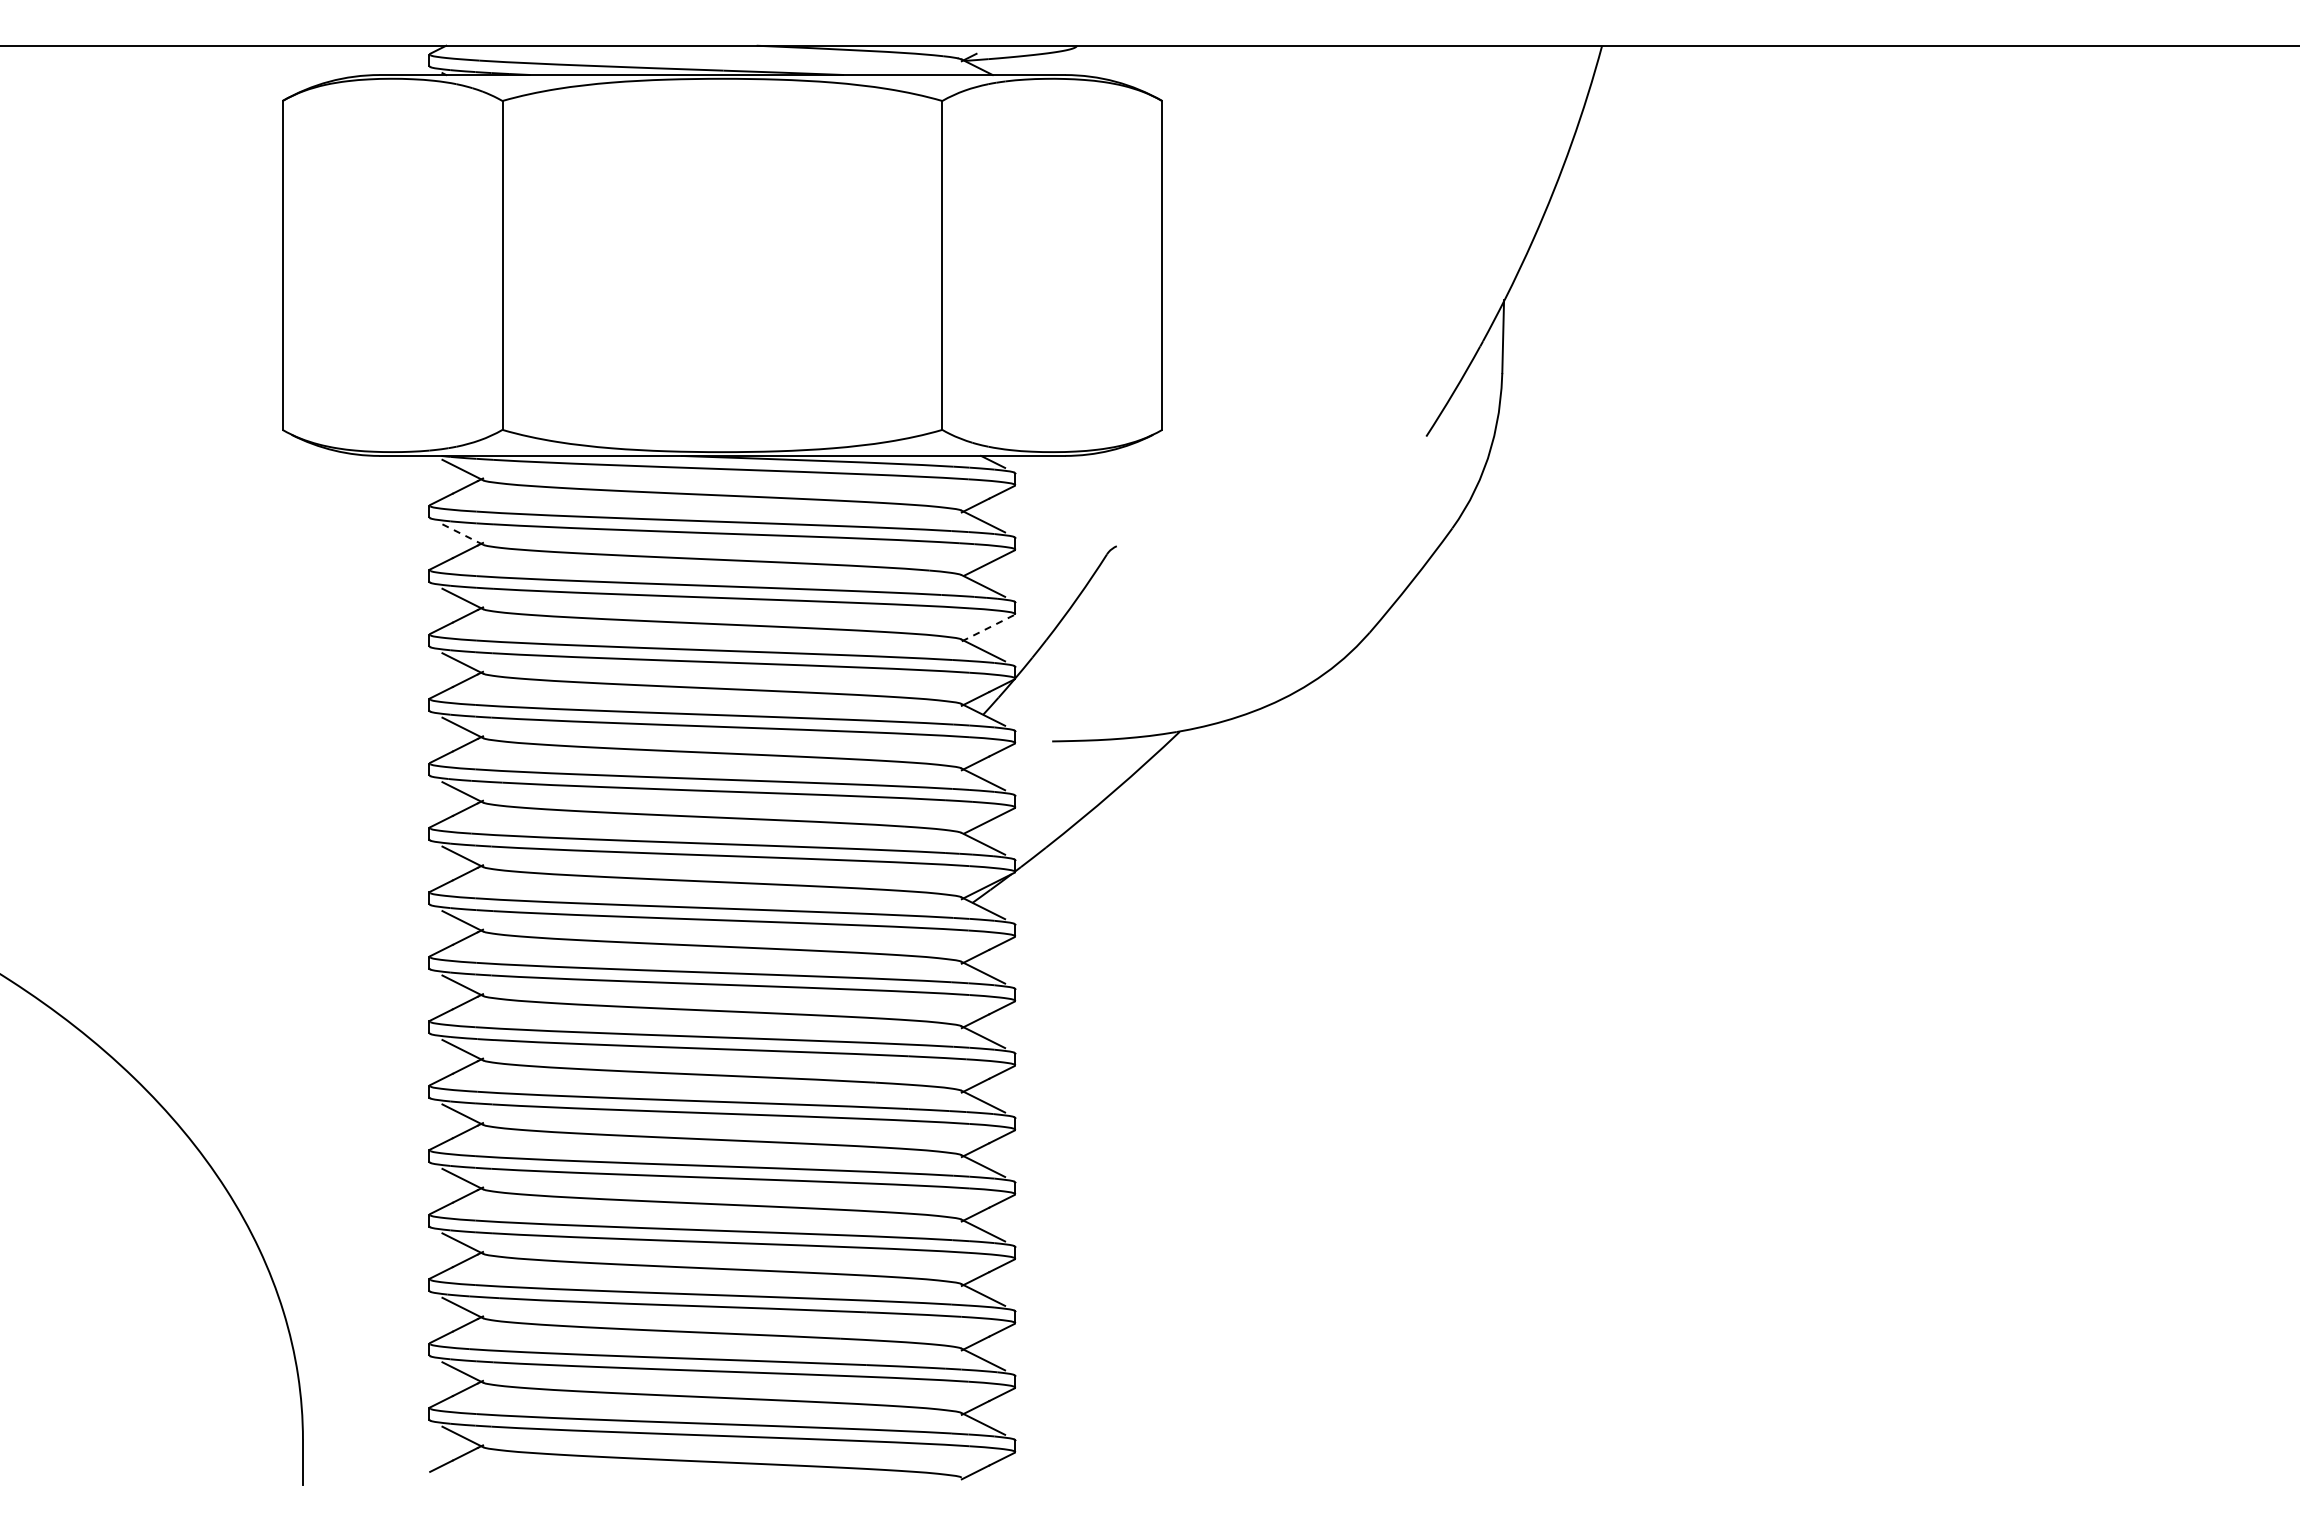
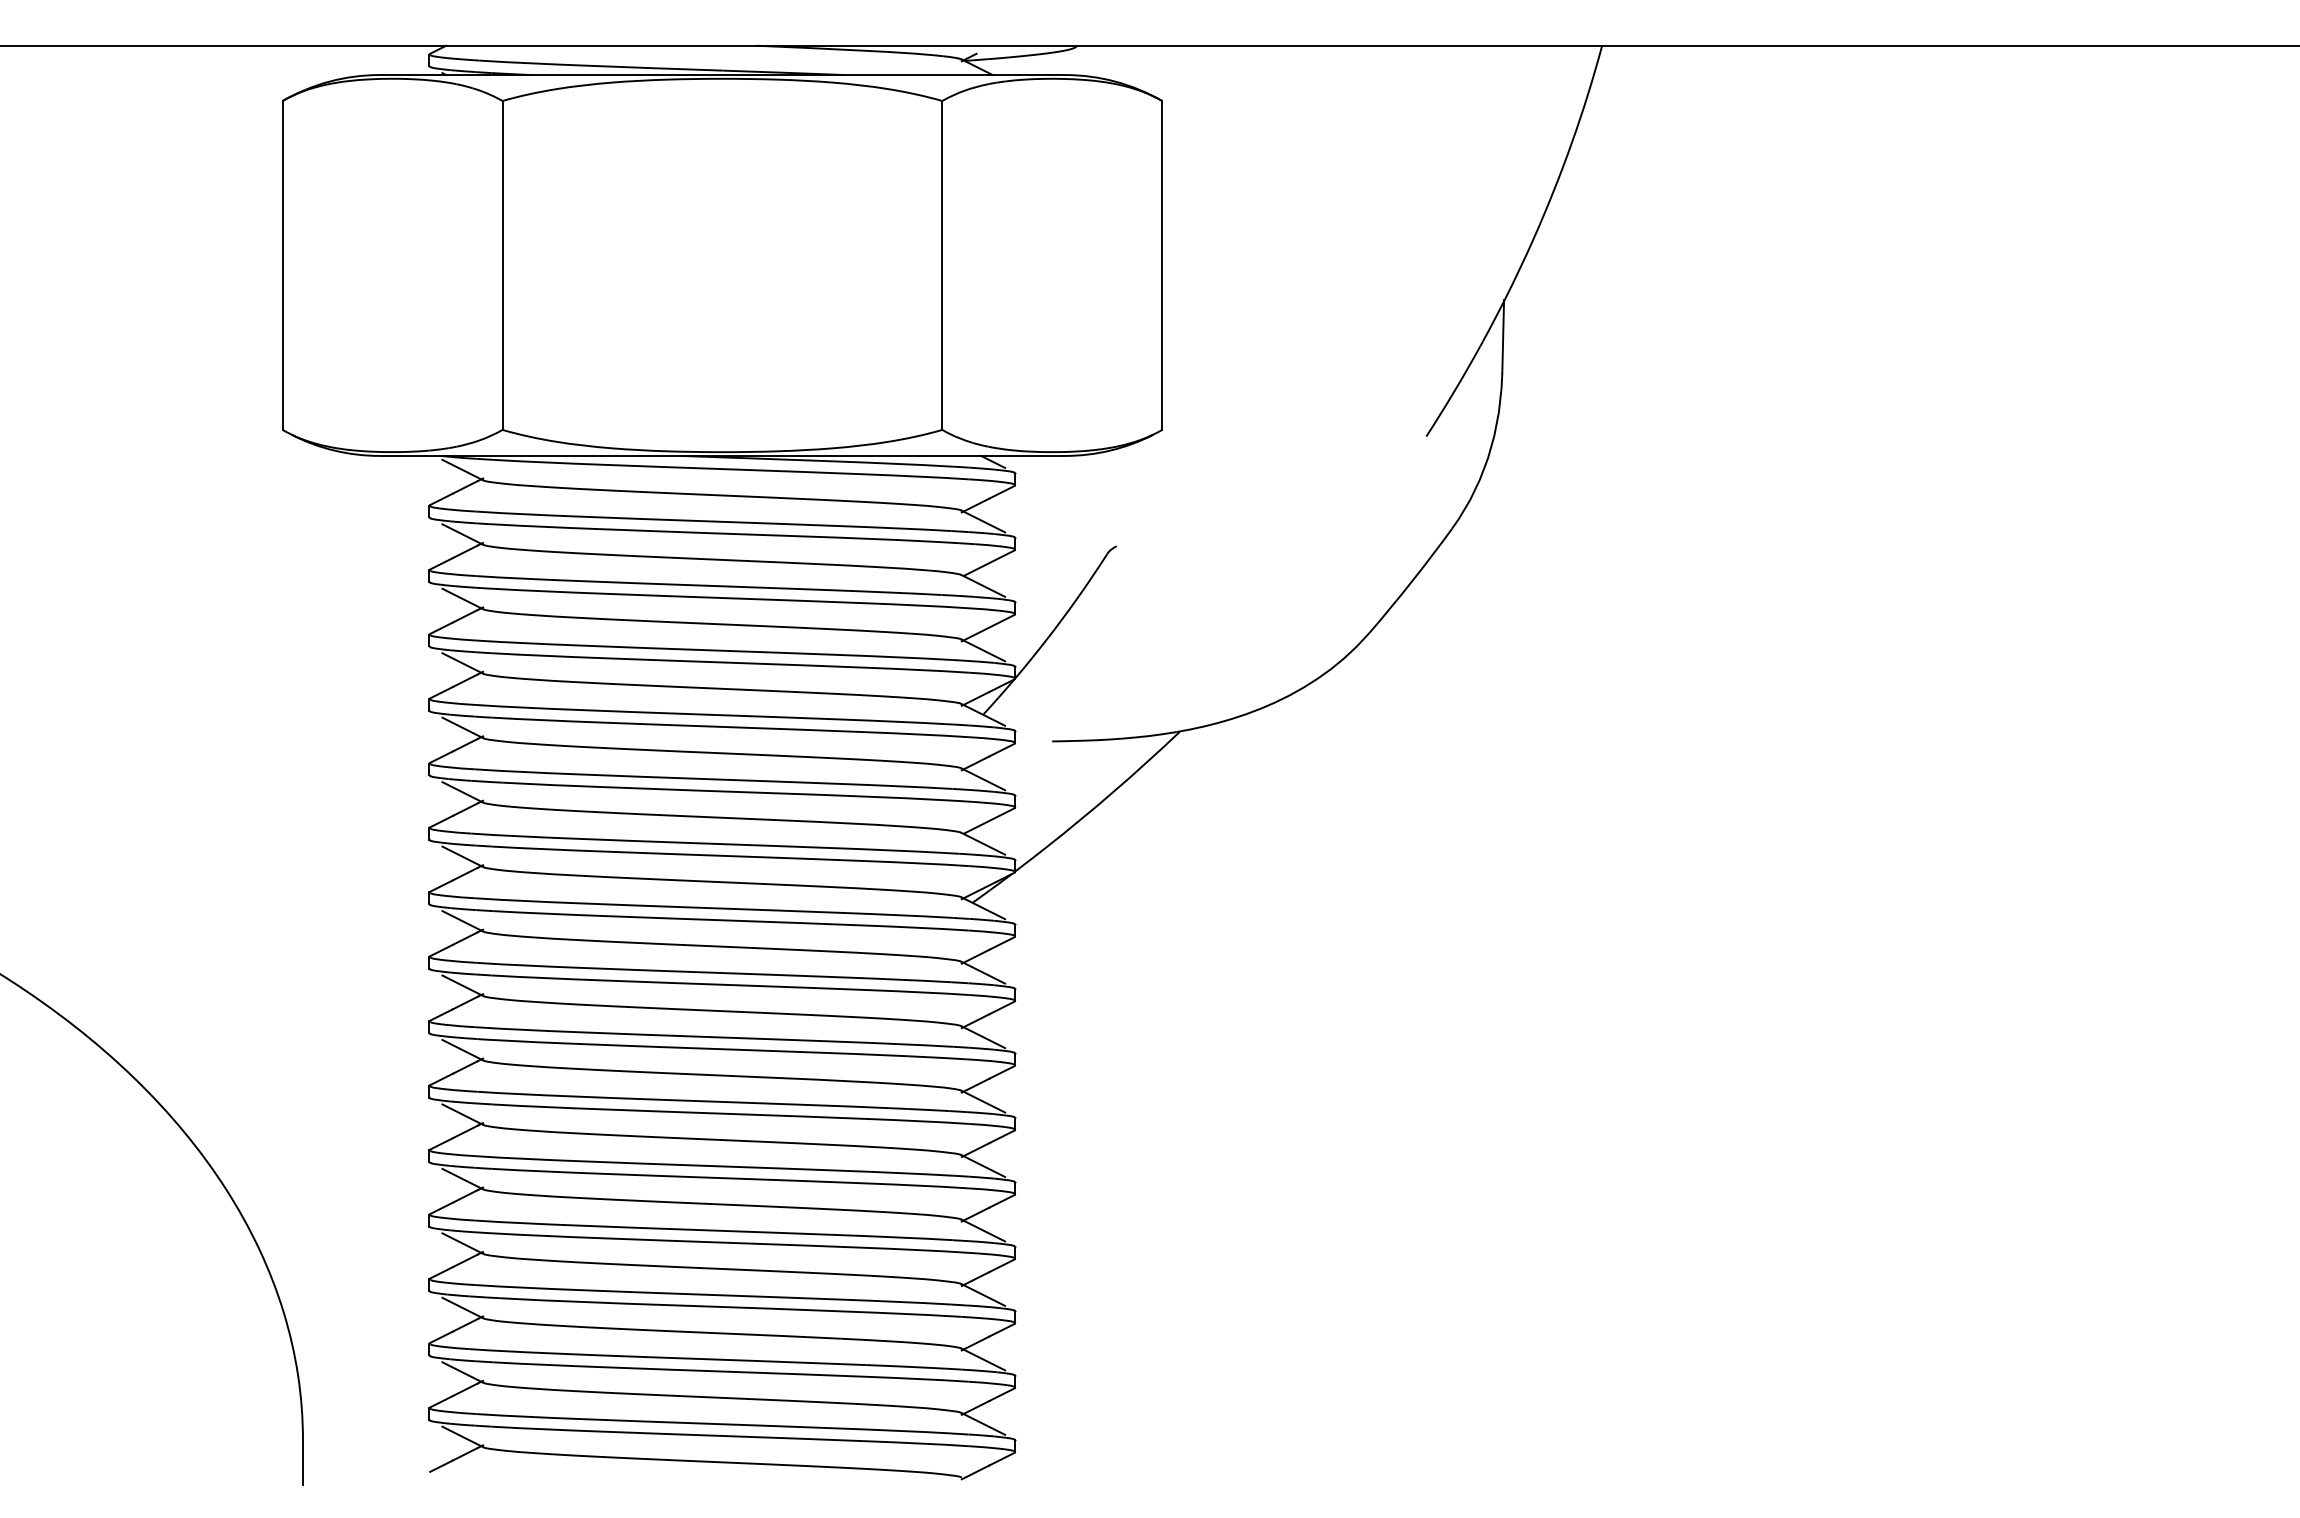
line at (462, 534): dashed -> solid
line at (988, 628): dashed -> solid
